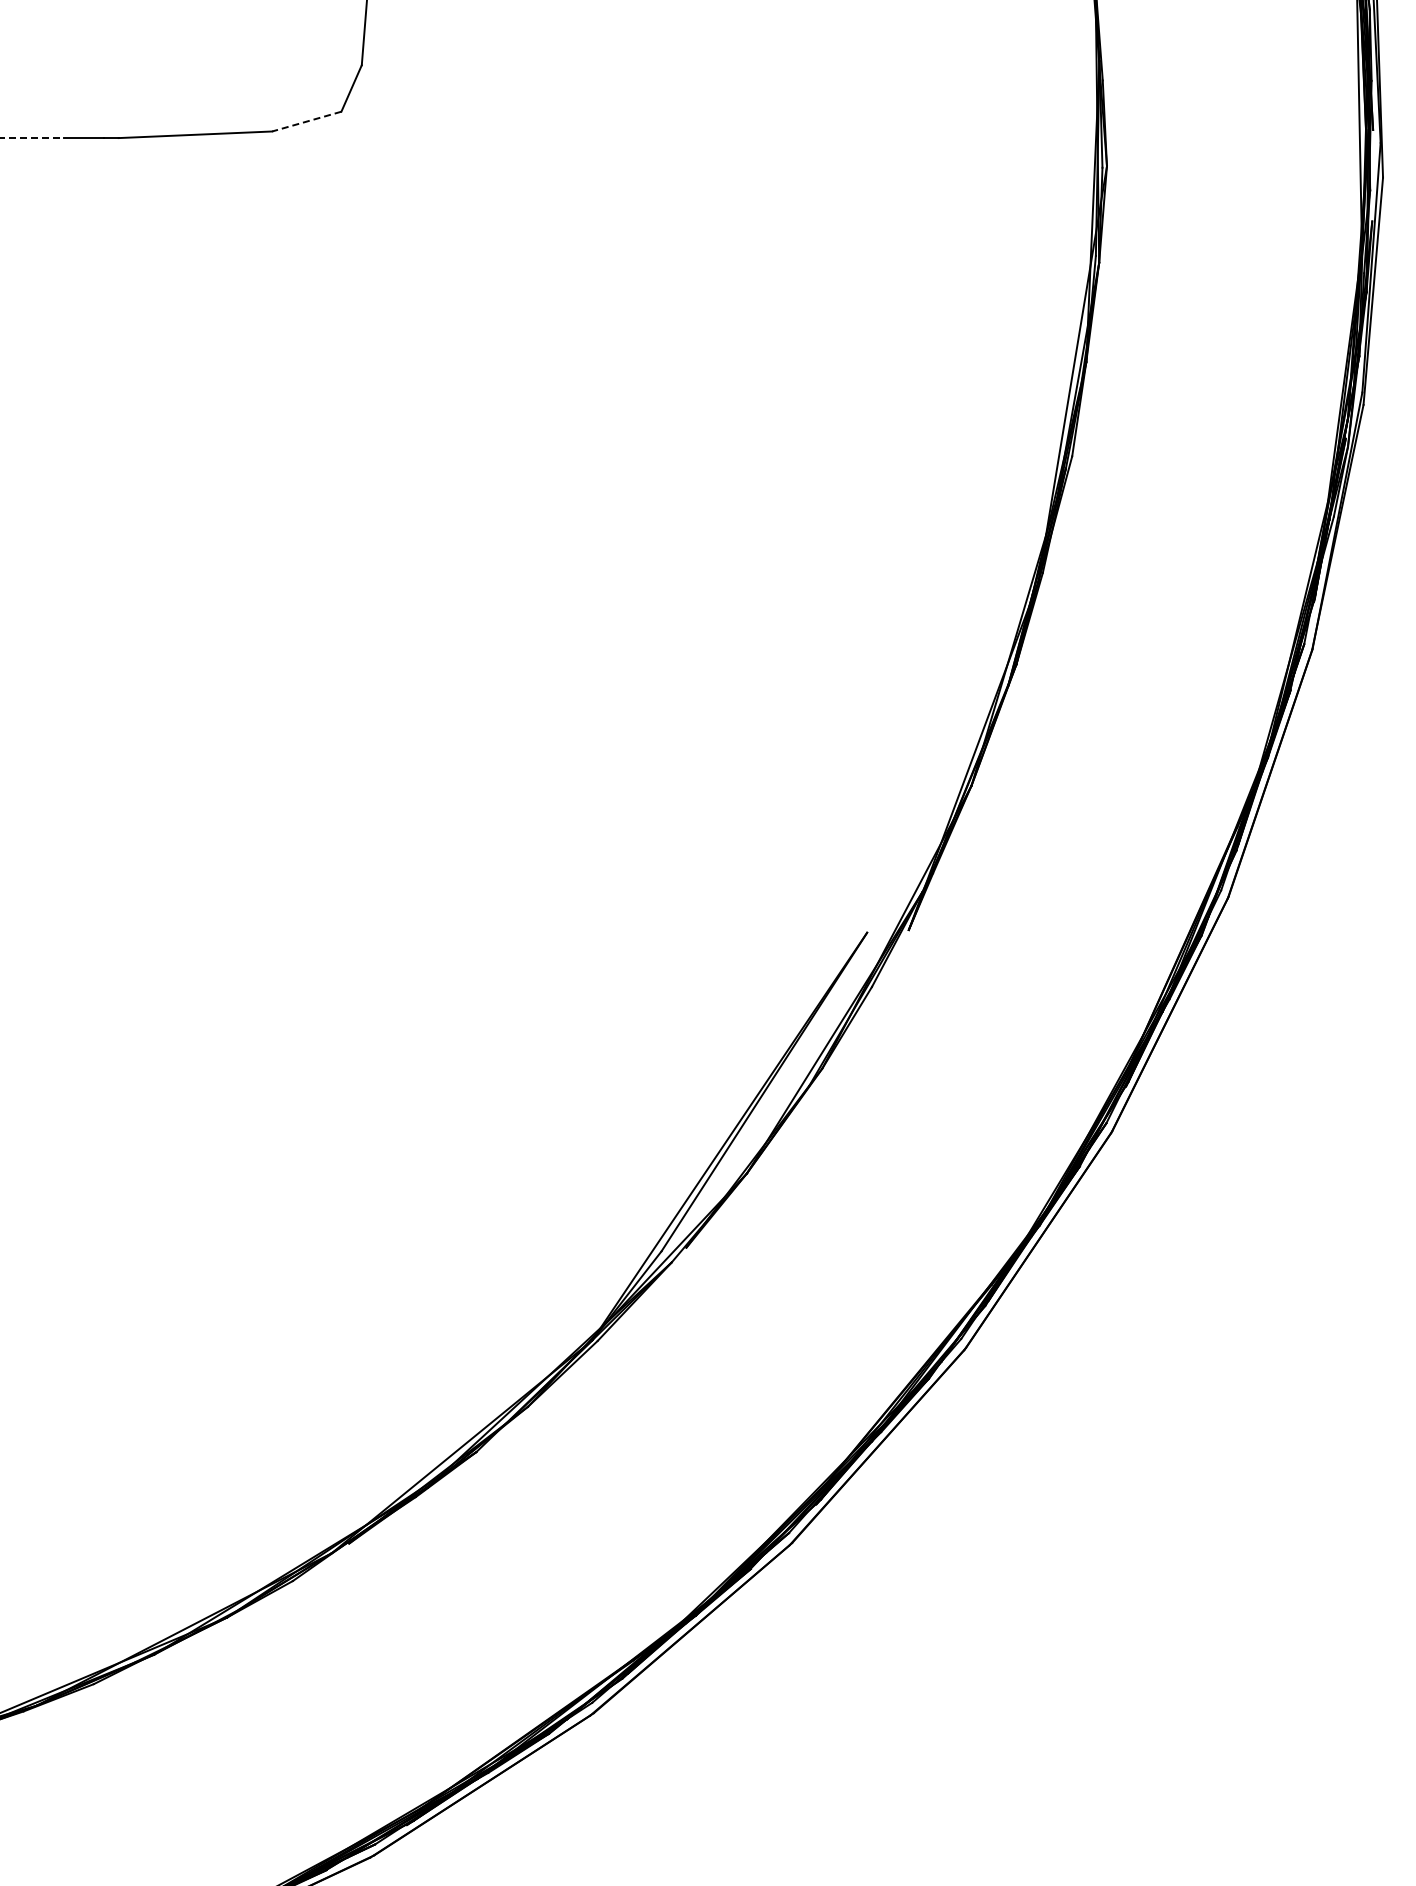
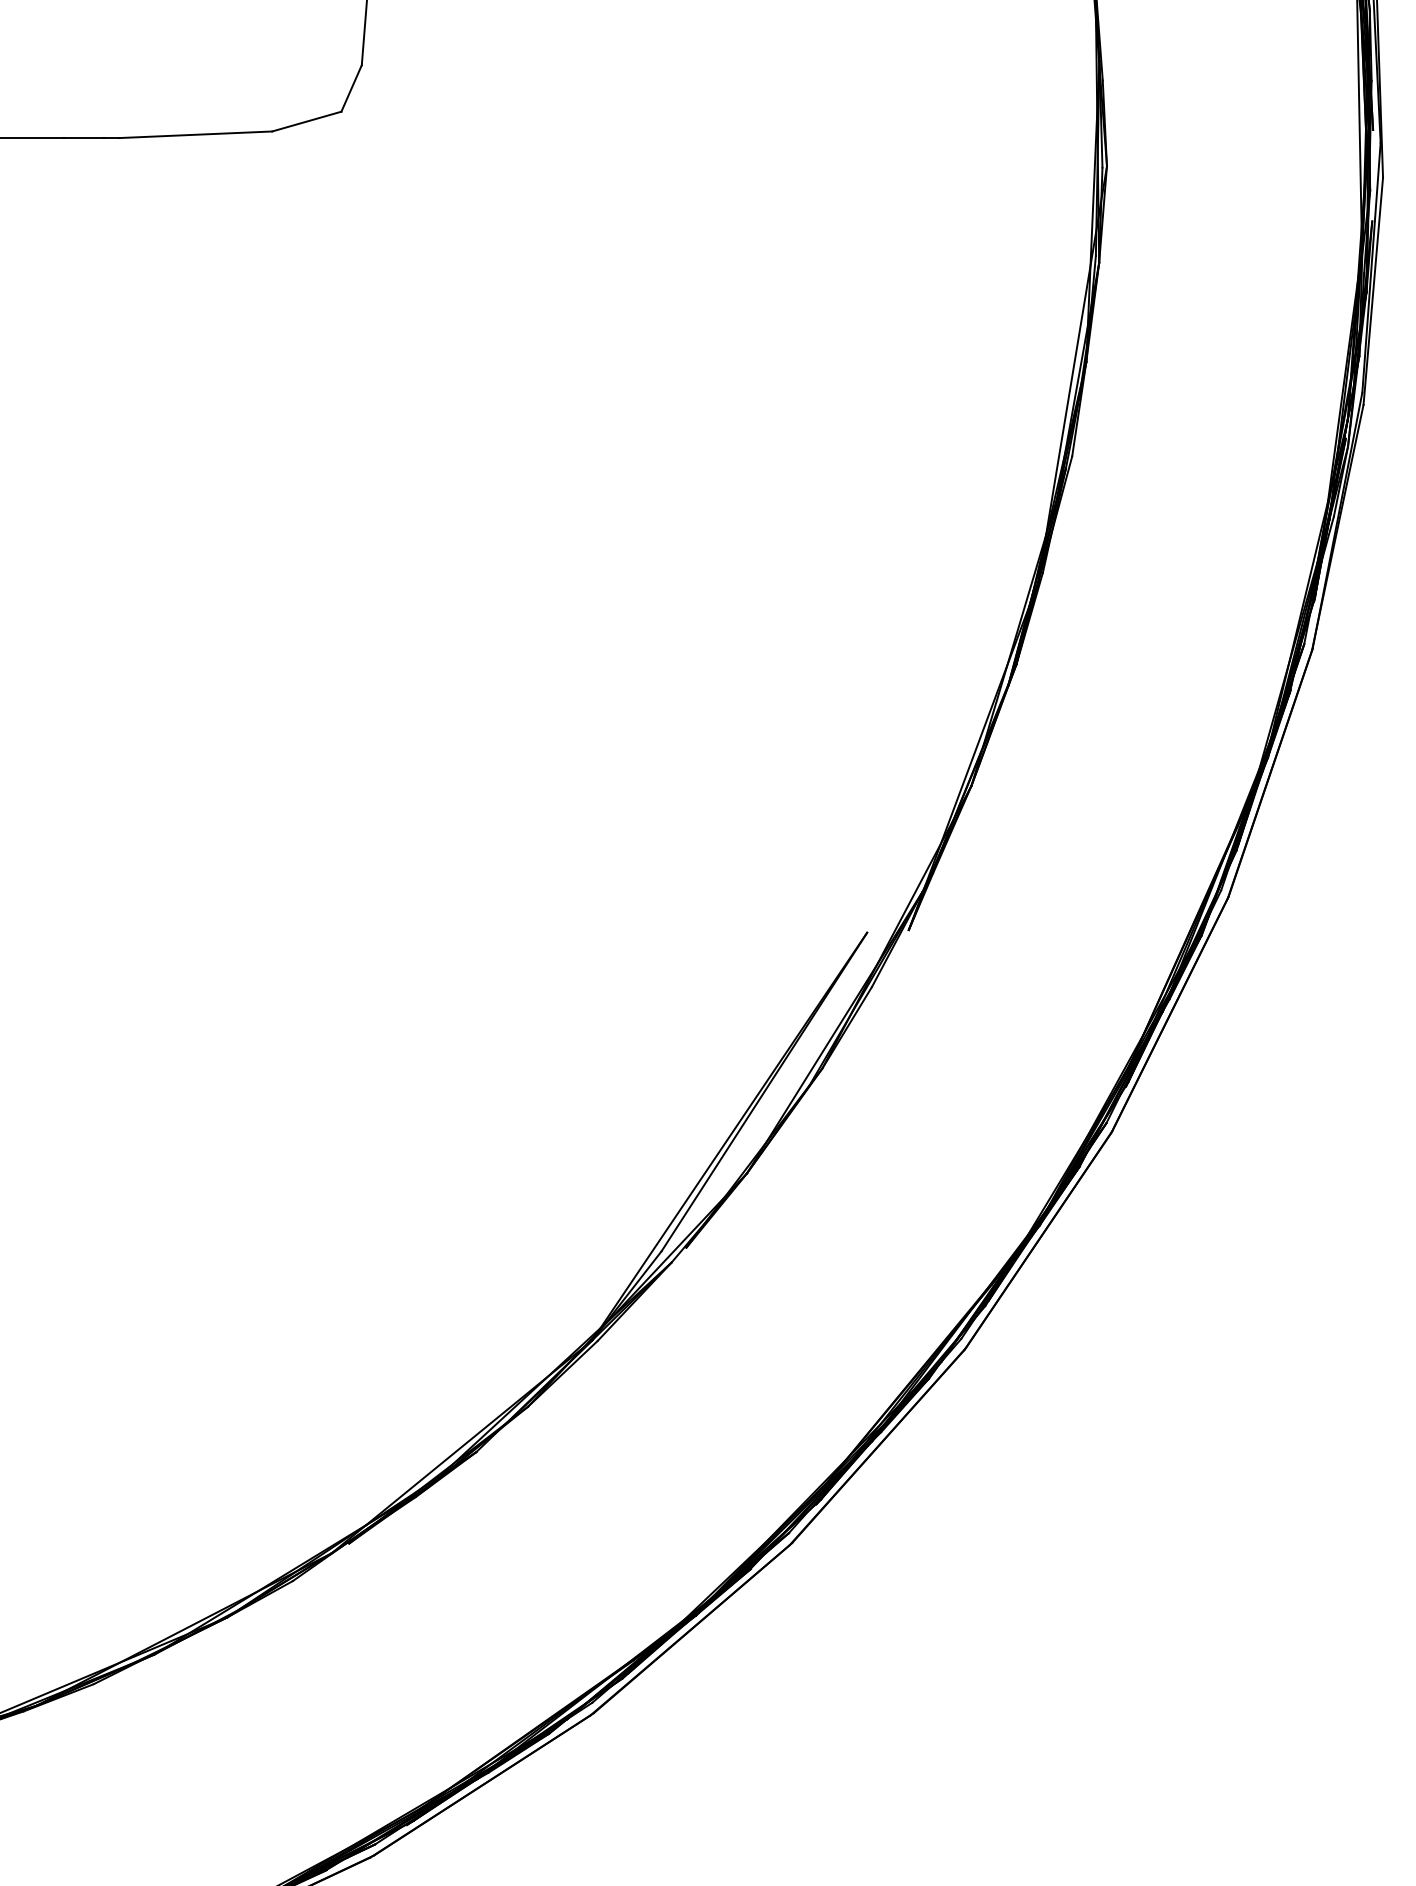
line at (306, 121): dashed -> solid
line at (32, 138): dashed -> solid
